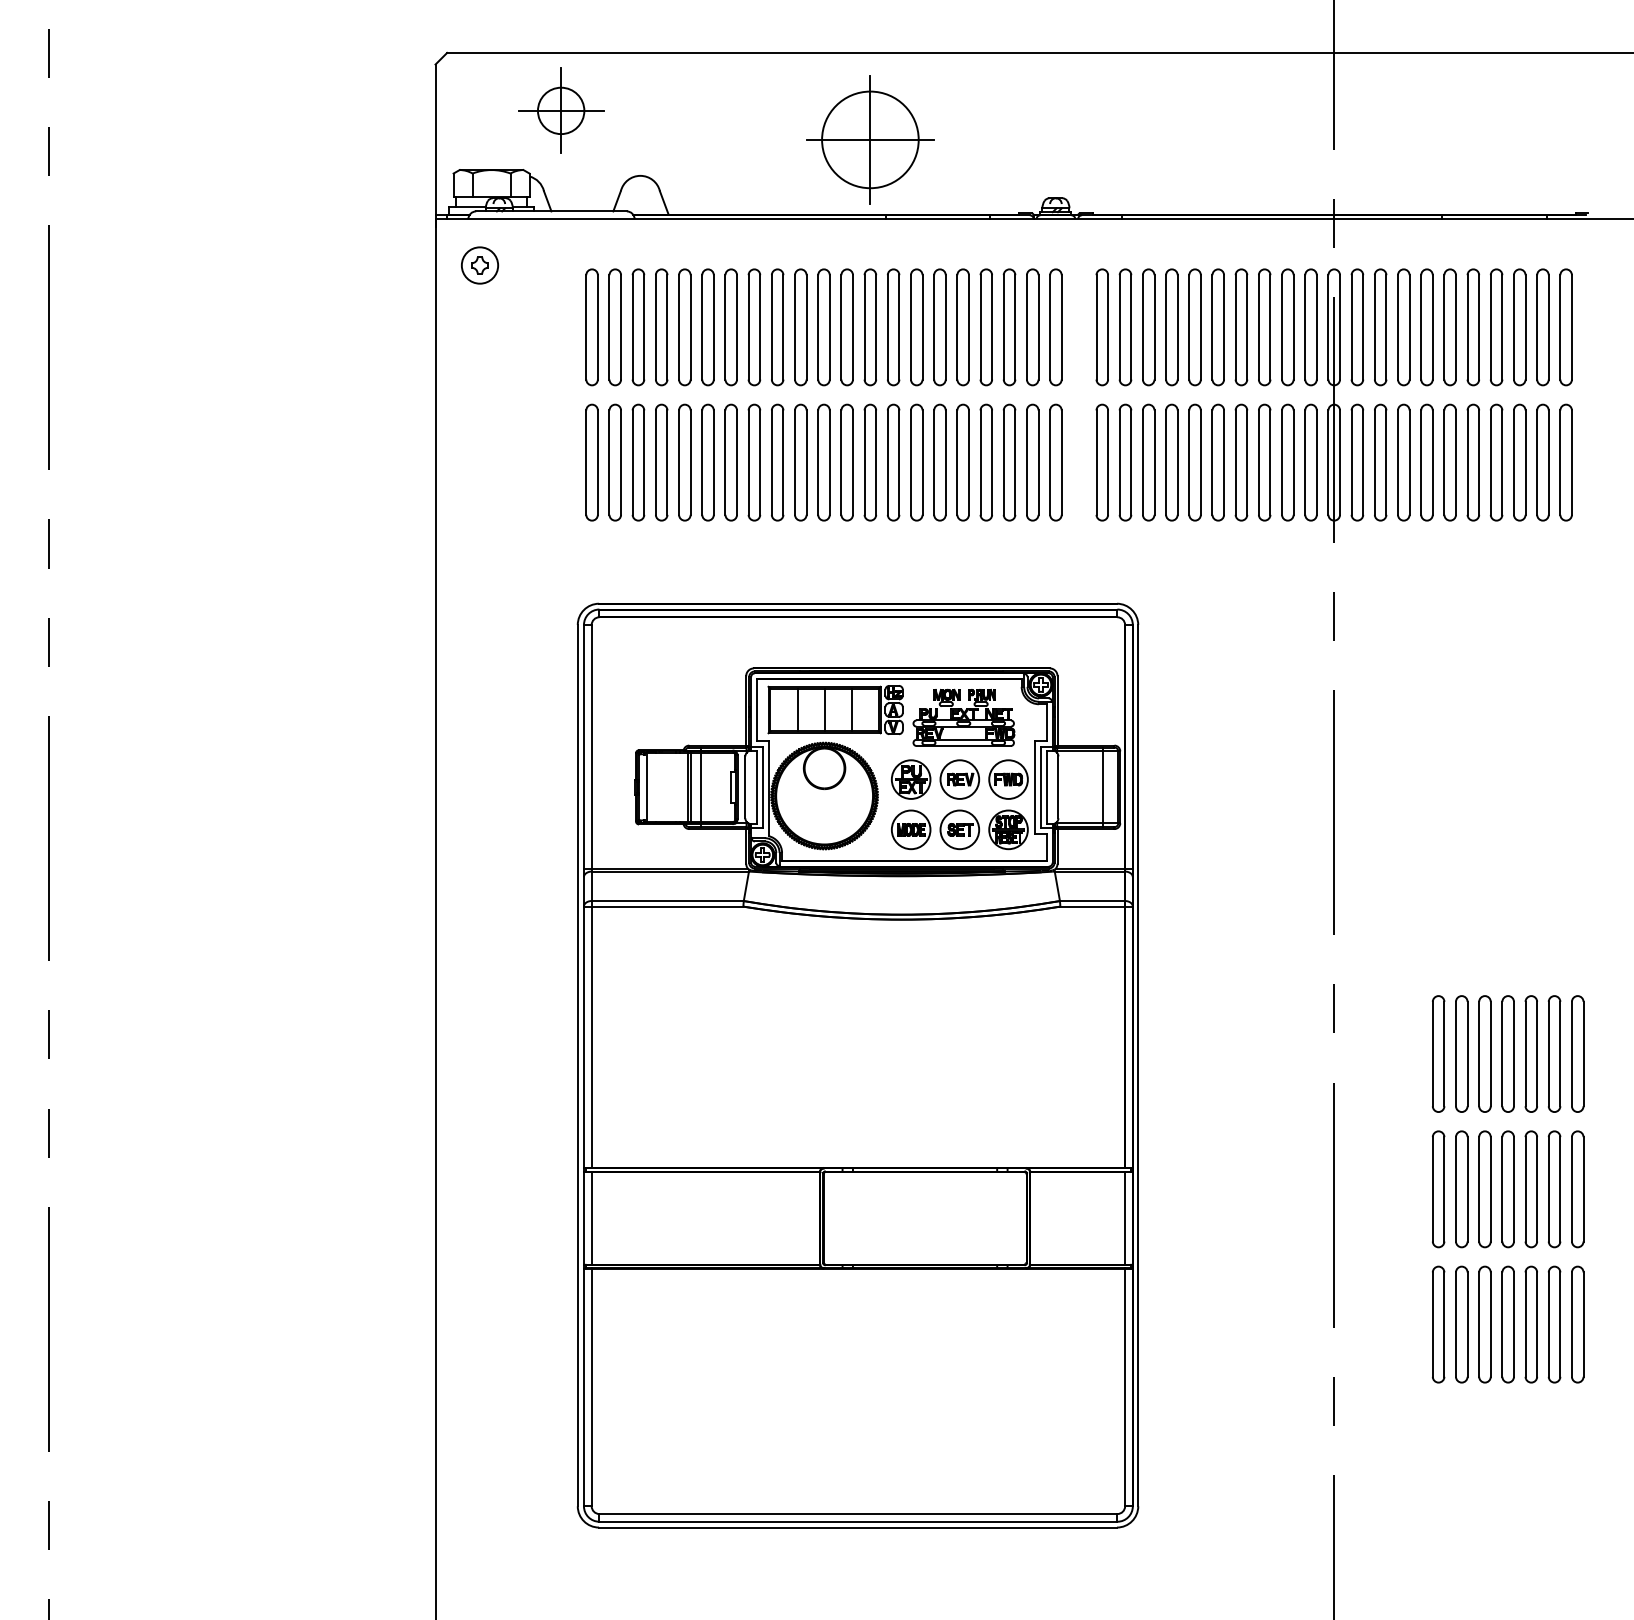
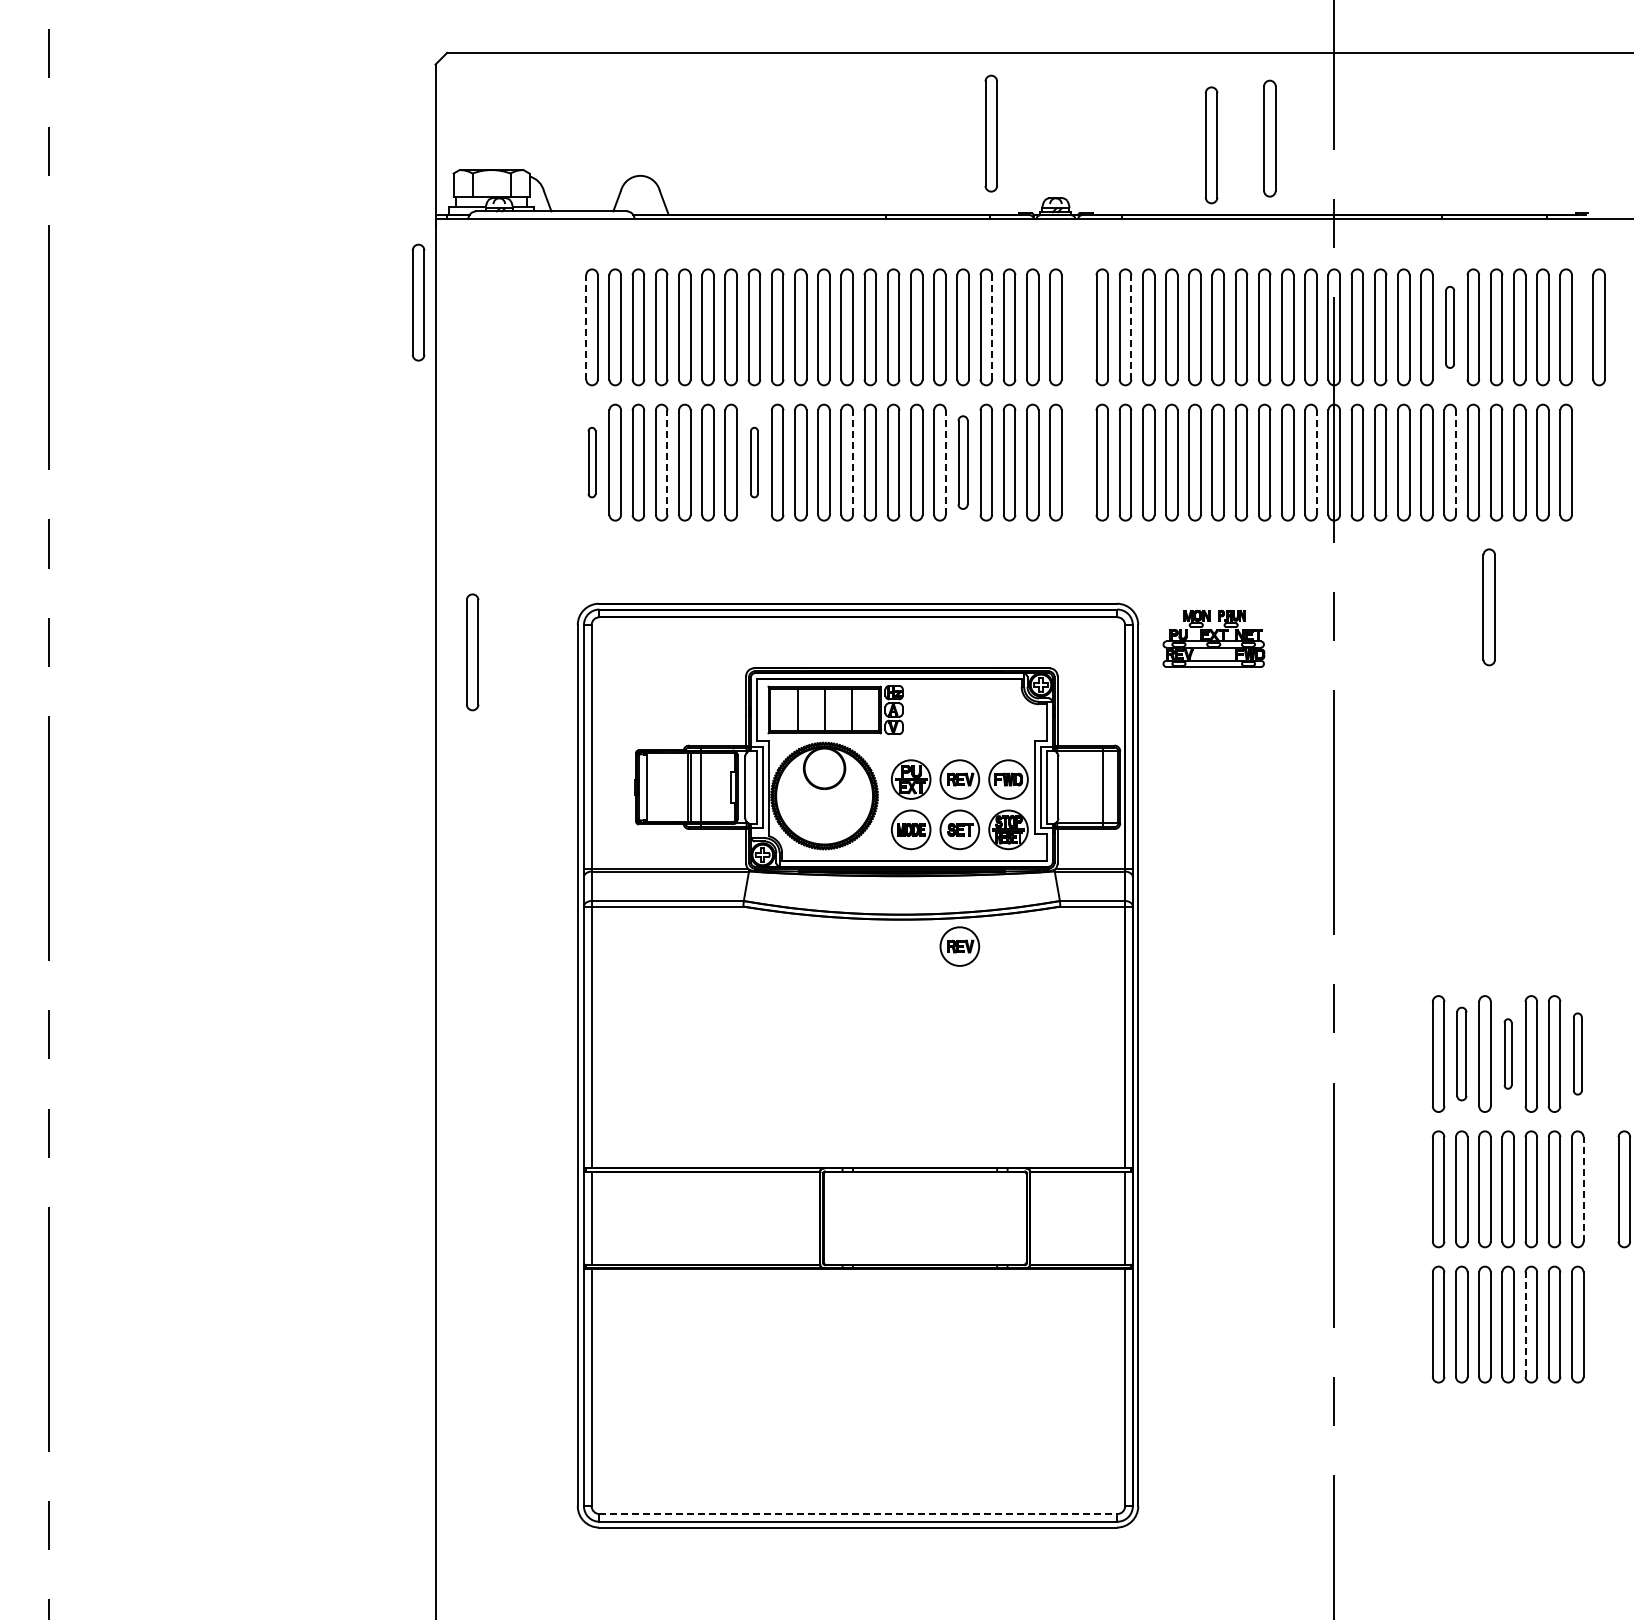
part at (561, 110): present -> none
part at (990, 133): none -> present
part at (1269, 138): none -> present
part at (870, 139): present -> none
part at (1211, 145): none -> present
part at (480, 265): present -> none
part at (418, 302): none -> present
line at (586, 326): solid -> dashed
line at (992, 326): solid -> dashed
line at (1131, 326): solid -> dashed
part at (1449, 327) size: 14x119 px -> 11x83 px
part at (1598, 327): none -> present
part at (591, 462) size: 14x119 px -> 10x73 px
line at (667, 462): solid -> dashed
part at (754, 462) size: 15x119 px -> 9x73 px
line at (853, 462): solid -> dashed
line at (945, 462): solid -> dashed
part at (962, 462) size: 14x119 px -> 12x95 px
line at (1316, 462): solid -> dashed
line at (1455, 462): solid -> dashed
part at (1488, 607): none -> present
part at (472, 652): none -> present
part at (963, 717) position: (963, 717) -> (1213, 638)
part at (959, 946): none -> present
part at (1461, 1053) size: 14x118 px -> 12x96 px
part at (1507, 1053) size: 14x118 px -> 10x72 px
part at (1577, 1053) size: 14x118 px -> 10x84 px
line at (1583, 1188): solid -> dashed
part at (1623, 1189): none -> present
line at (1525, 1324): solid -> dashed
line at (858, 1514): solid -> dashed
